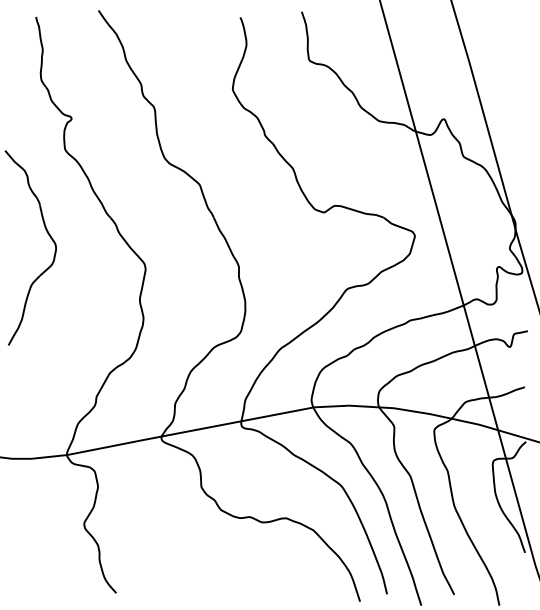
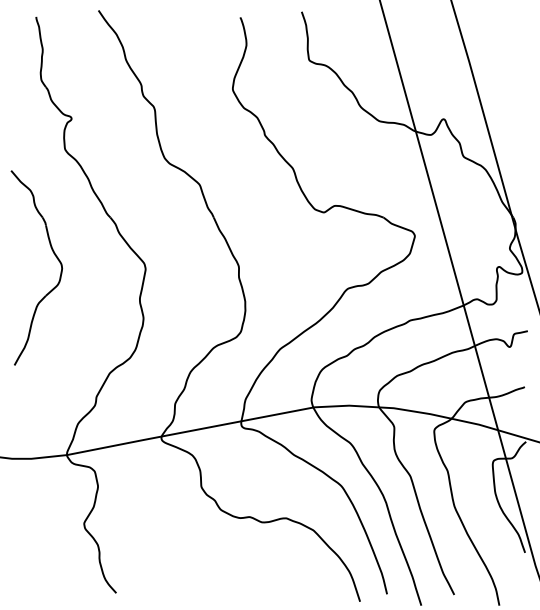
part at (48, 235) position: (48, 235) -> (54, 255)
